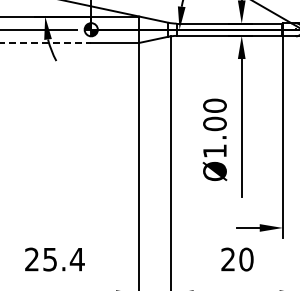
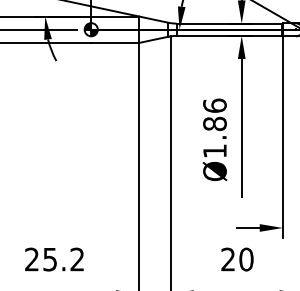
line at (46, 42): dashed -> solid
text at (214, 114): Ø1.00 -> Ø1.86
text at (76, 259): 25.4 -> 25.2
